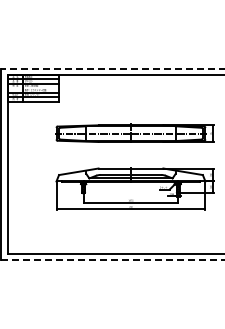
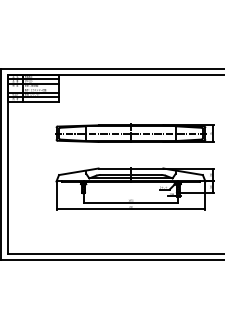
line at (112, 69): dashed -> solid
line at (112, 259): dashed -> solid
